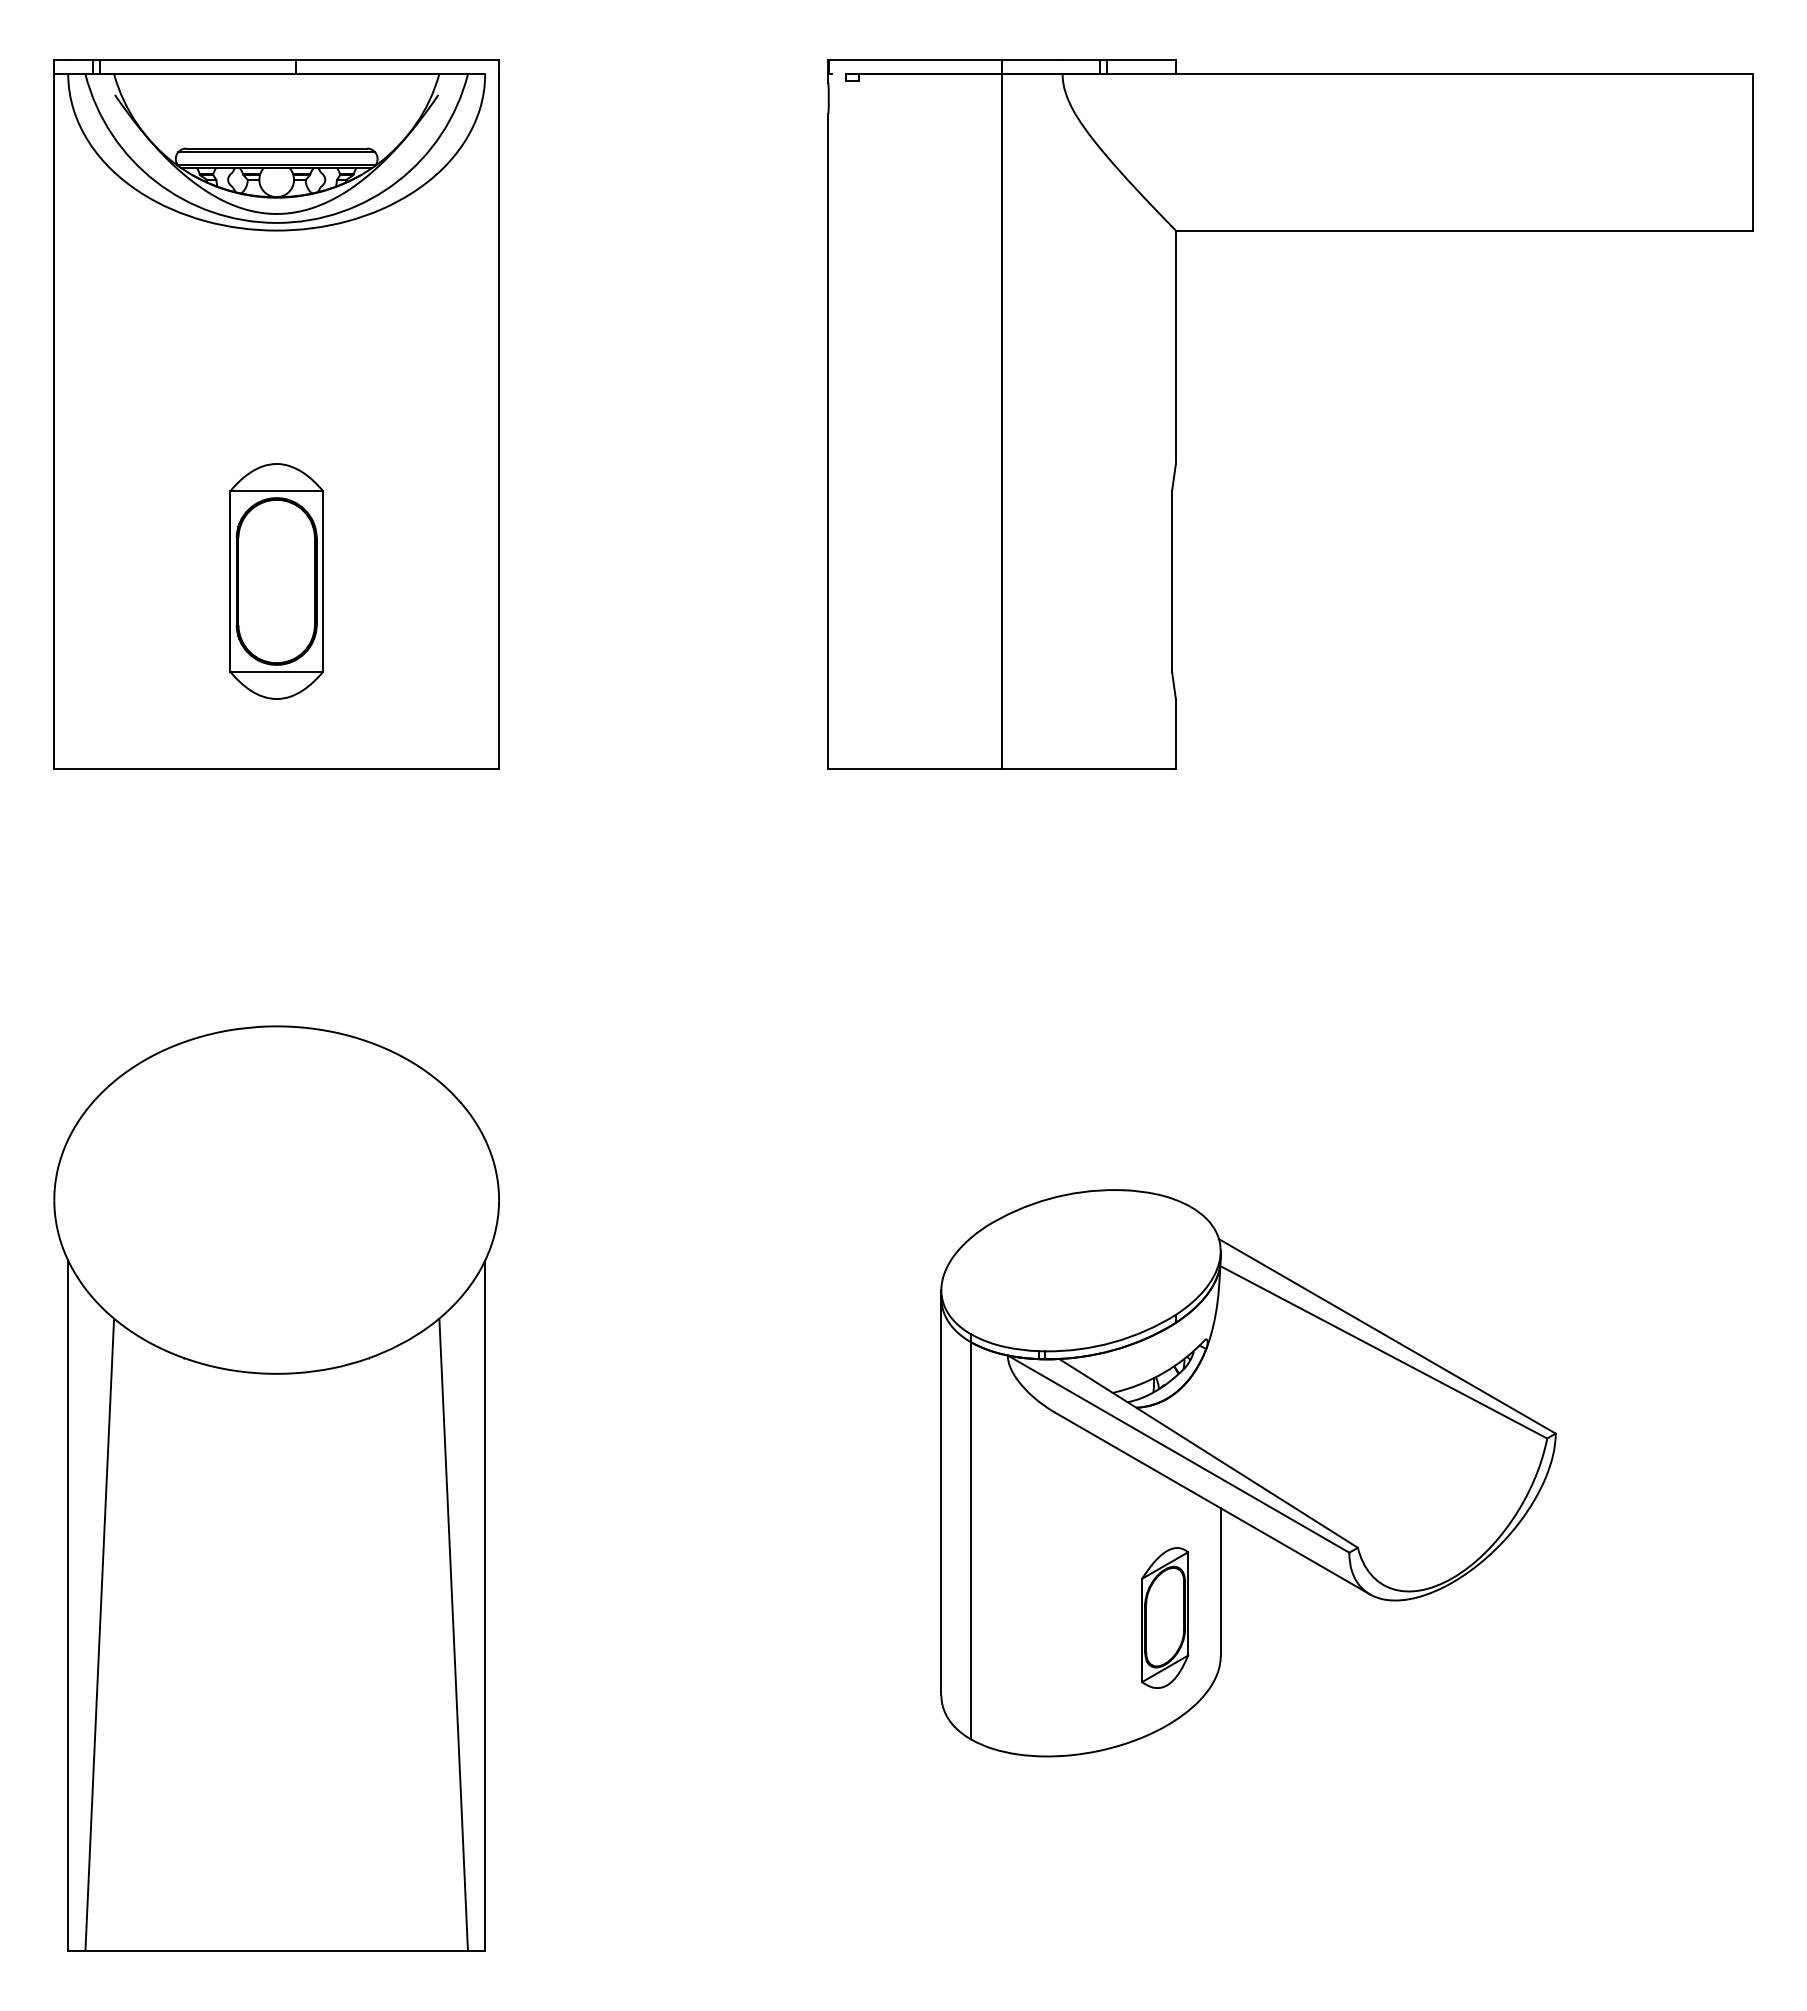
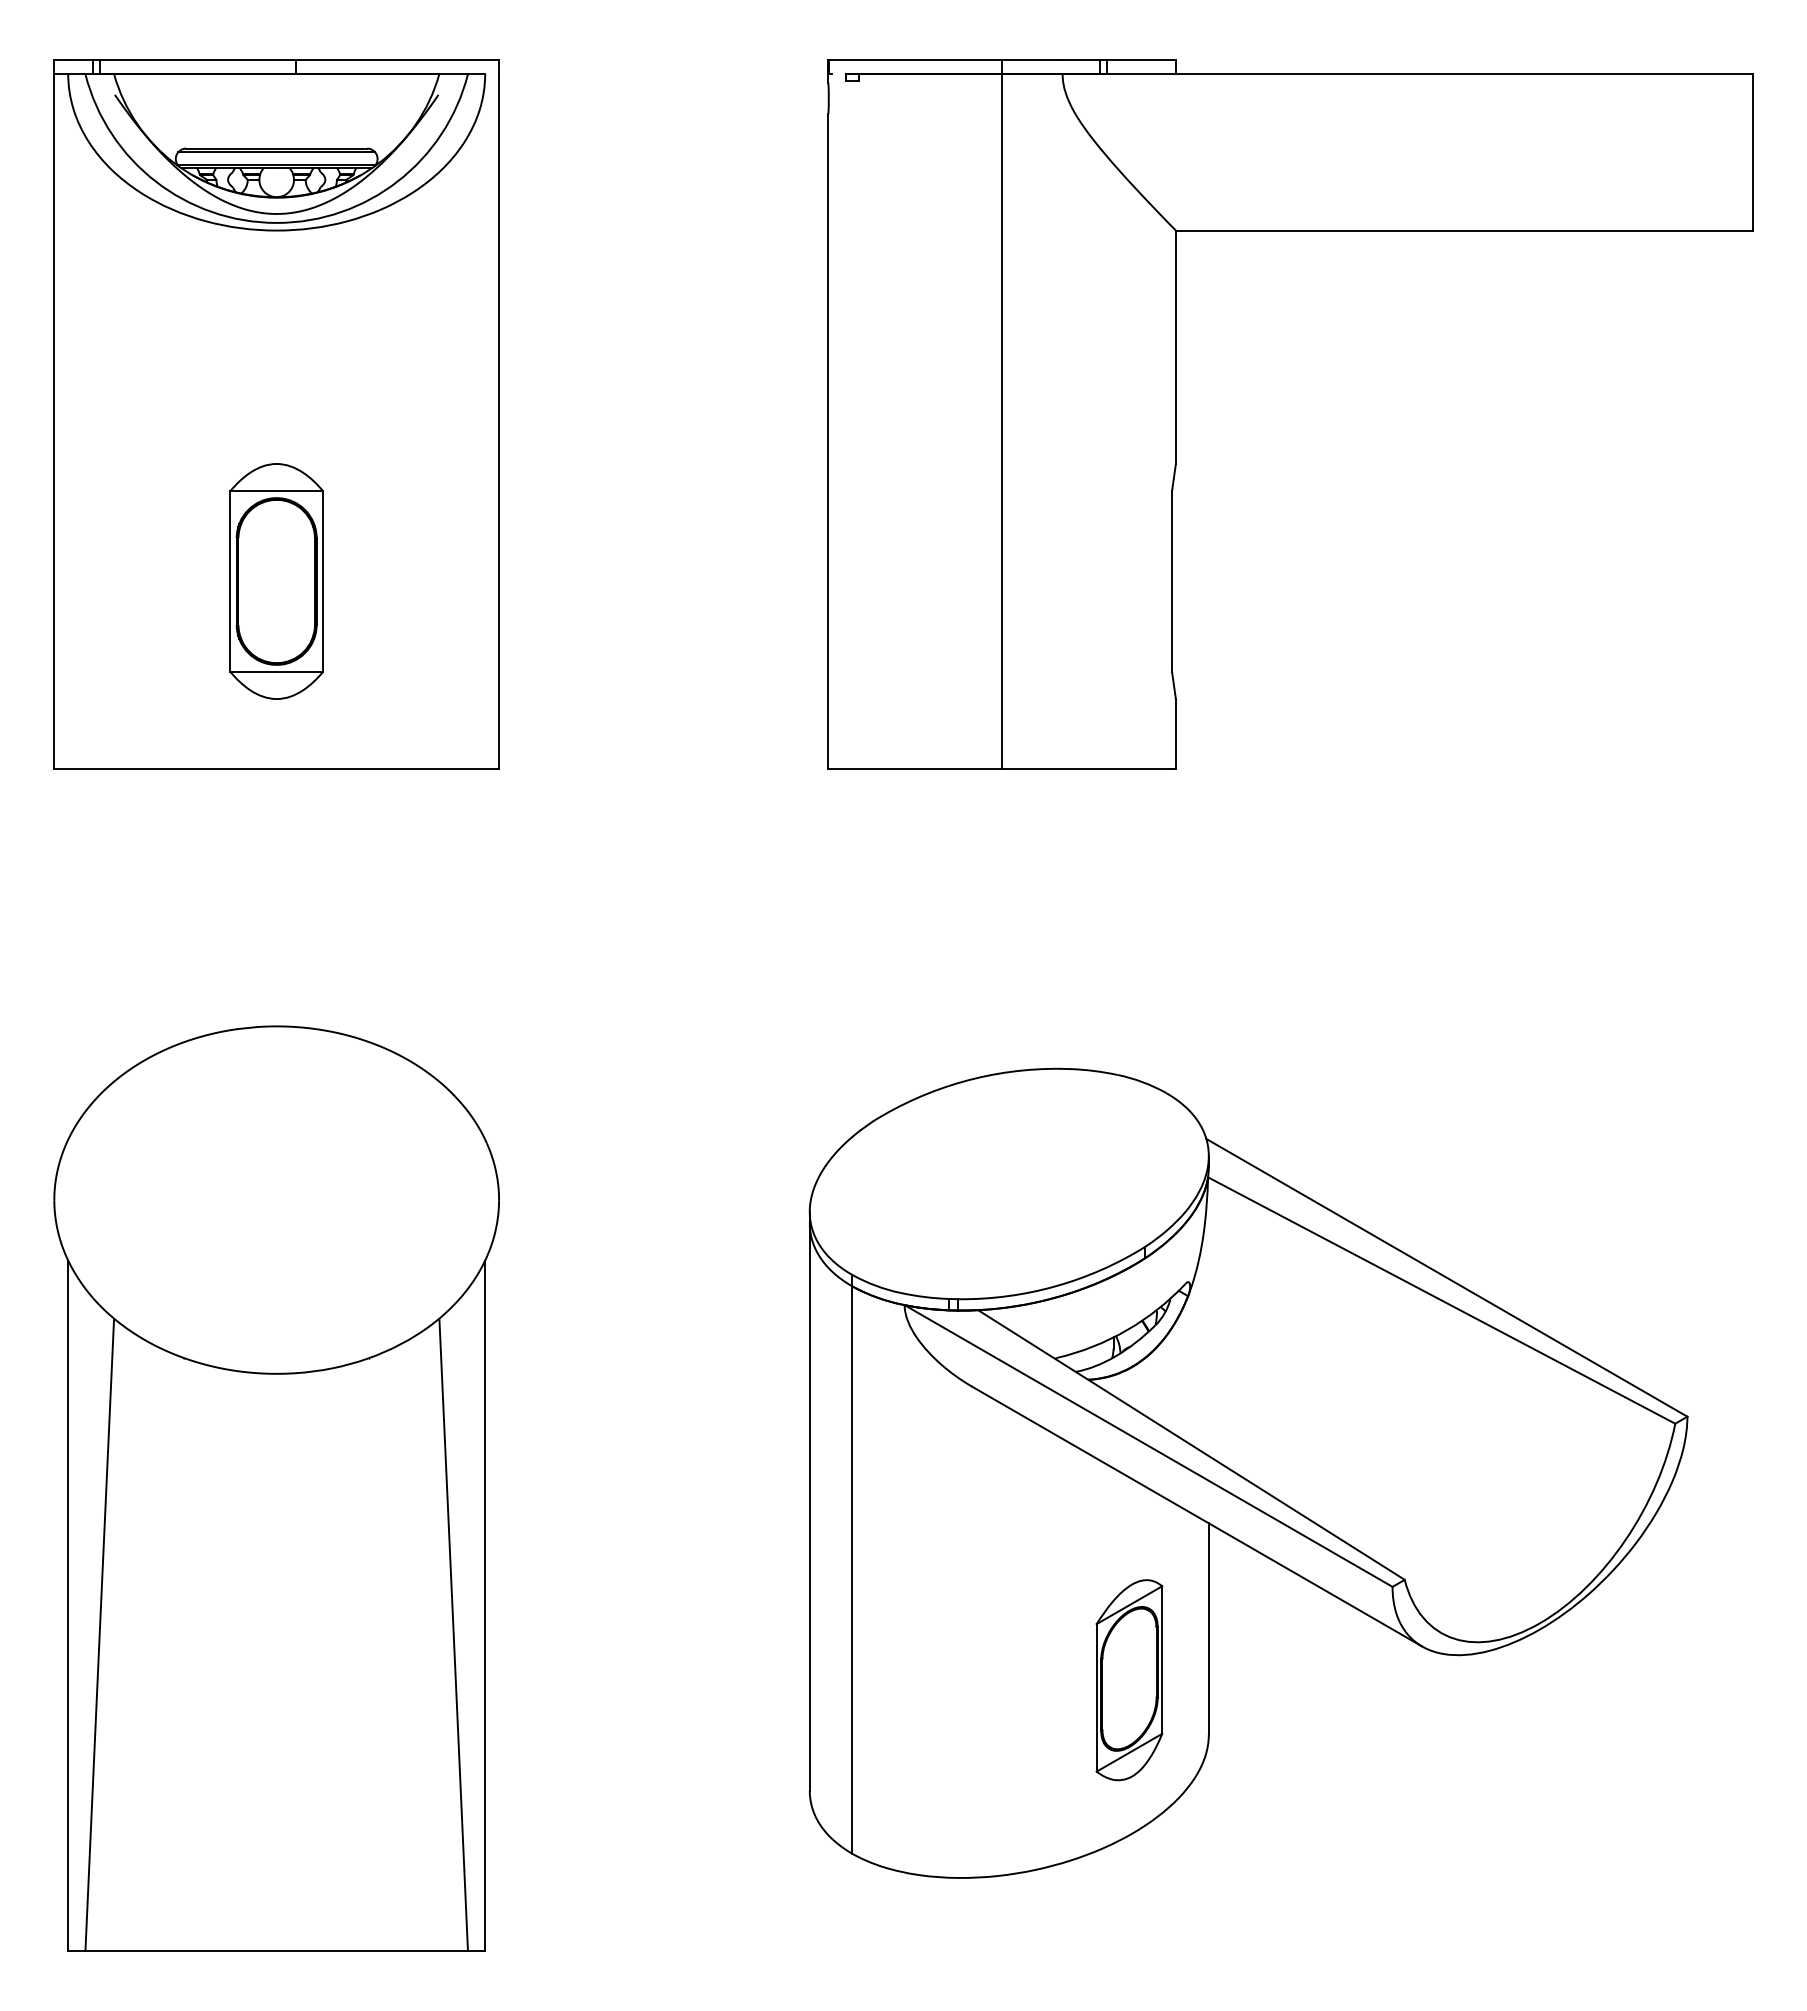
part at (1248, 1473) size: 617x569 px -> 881x812 px
